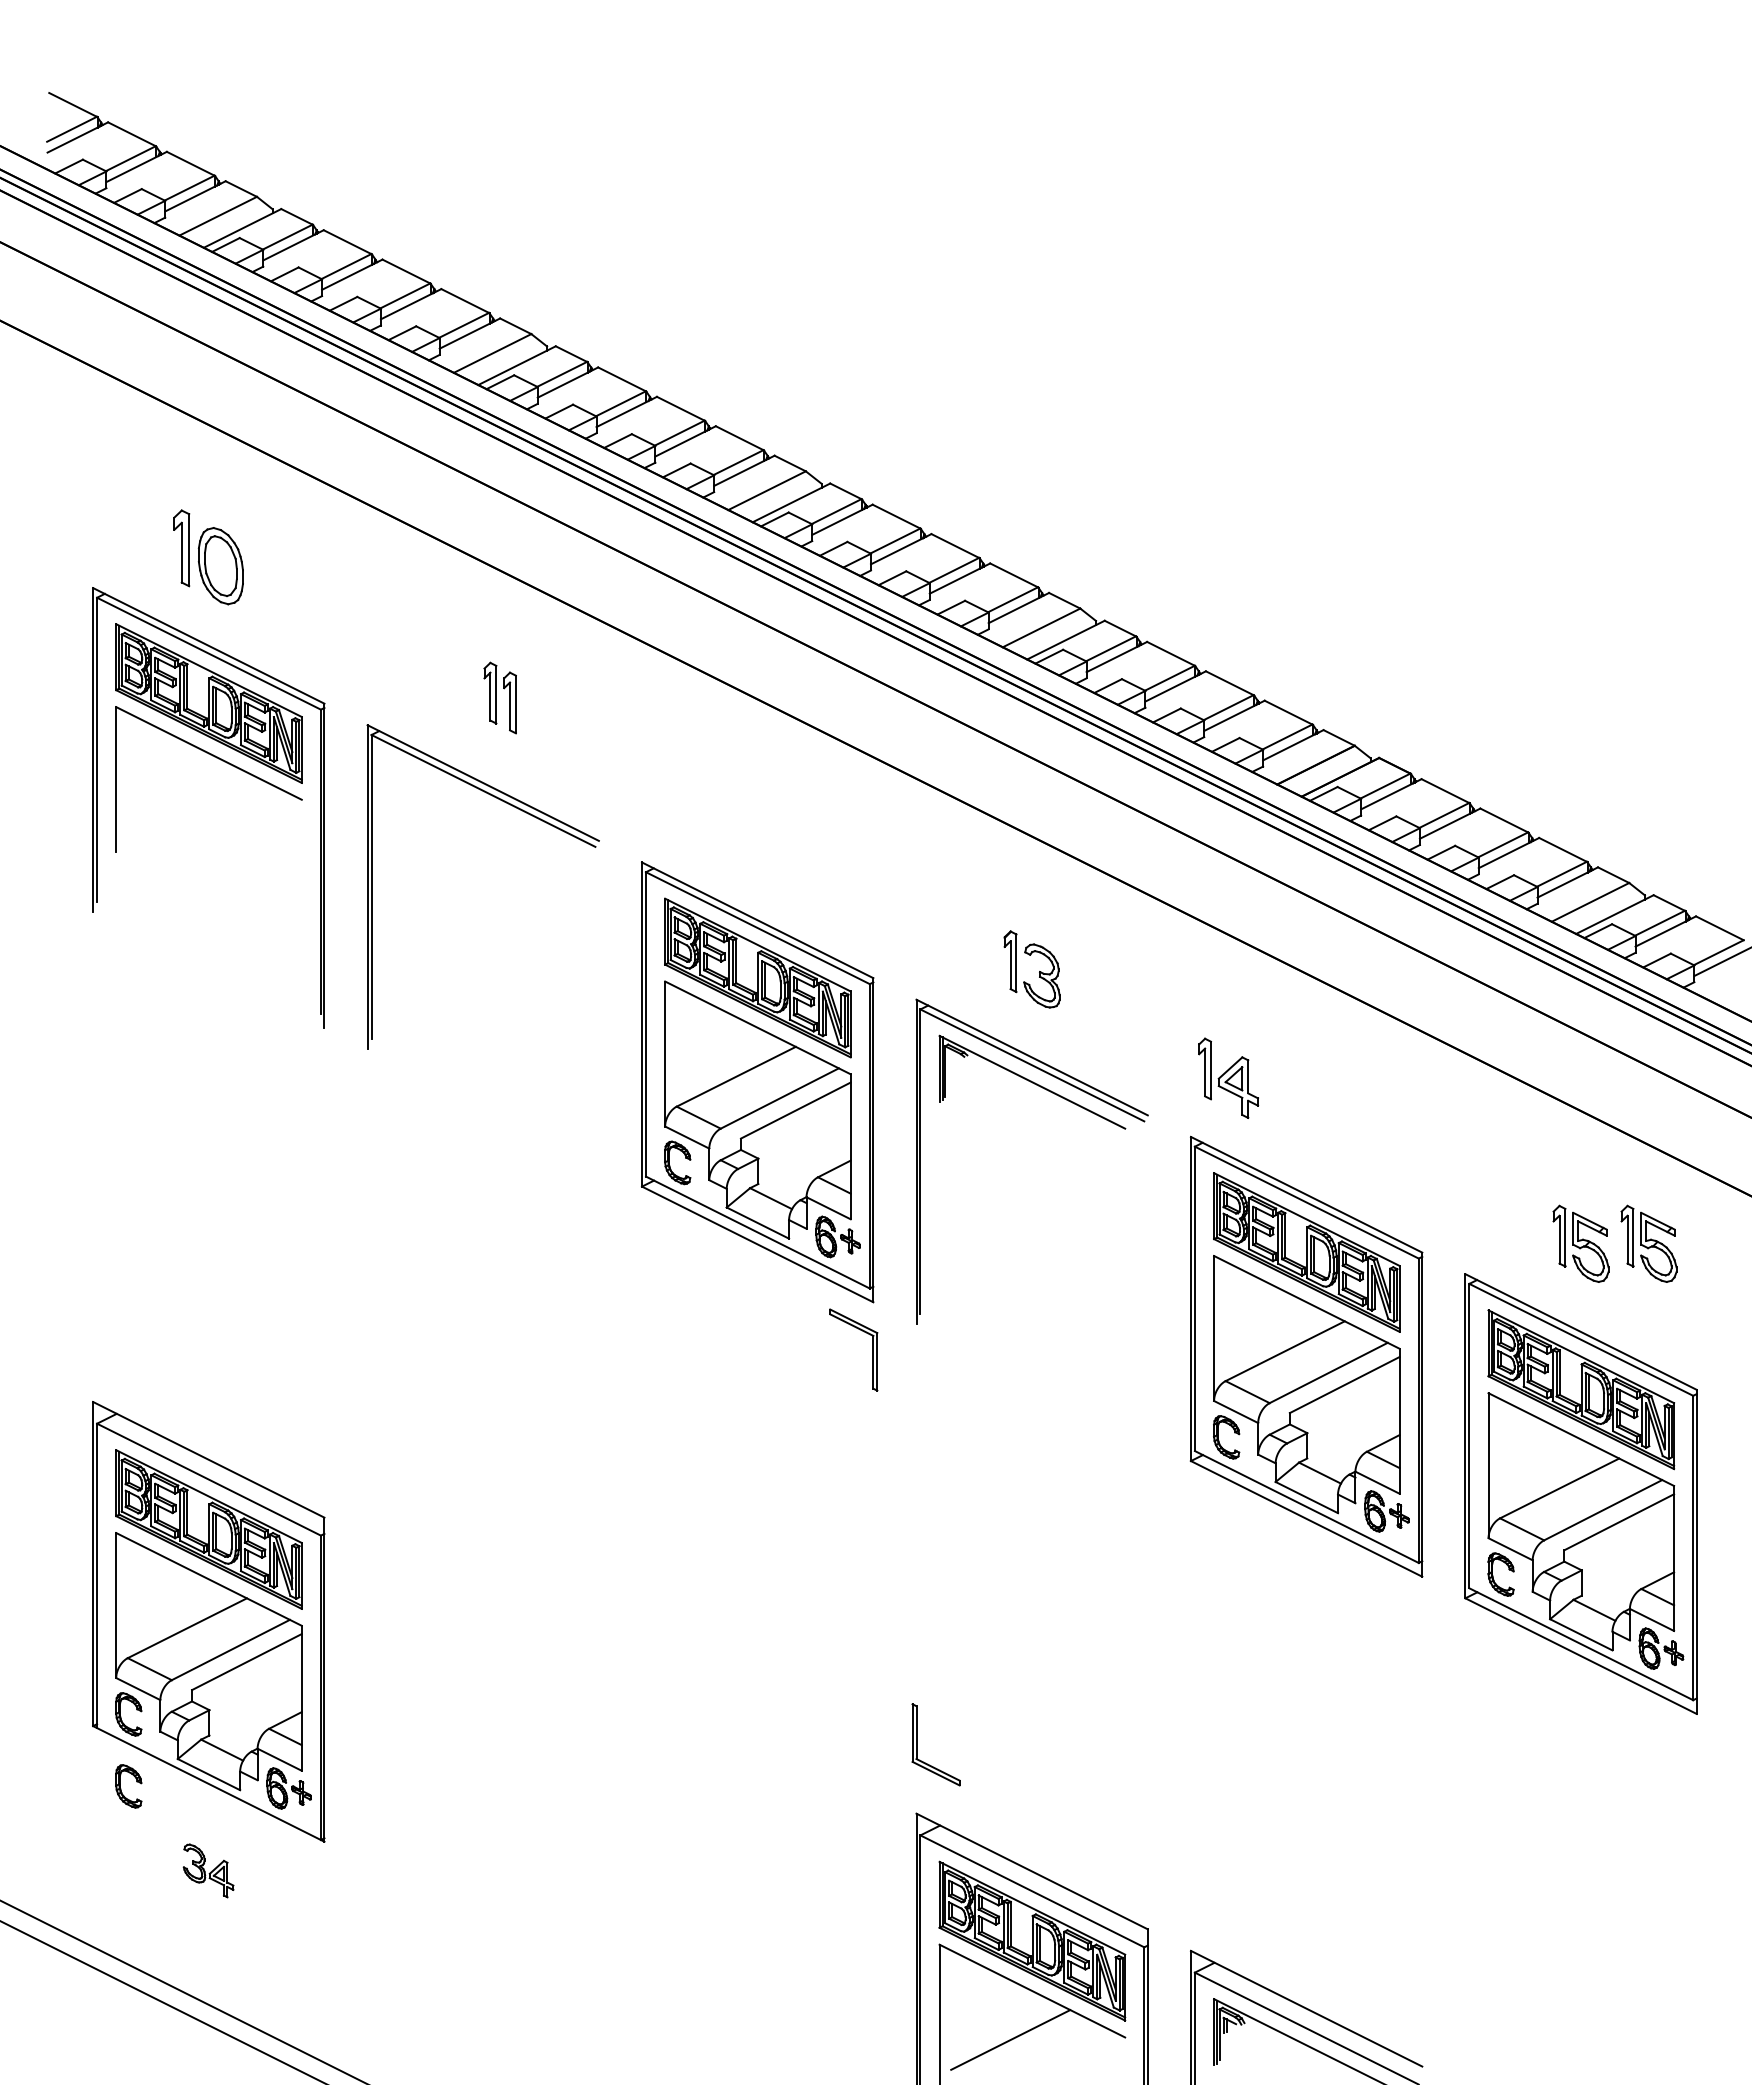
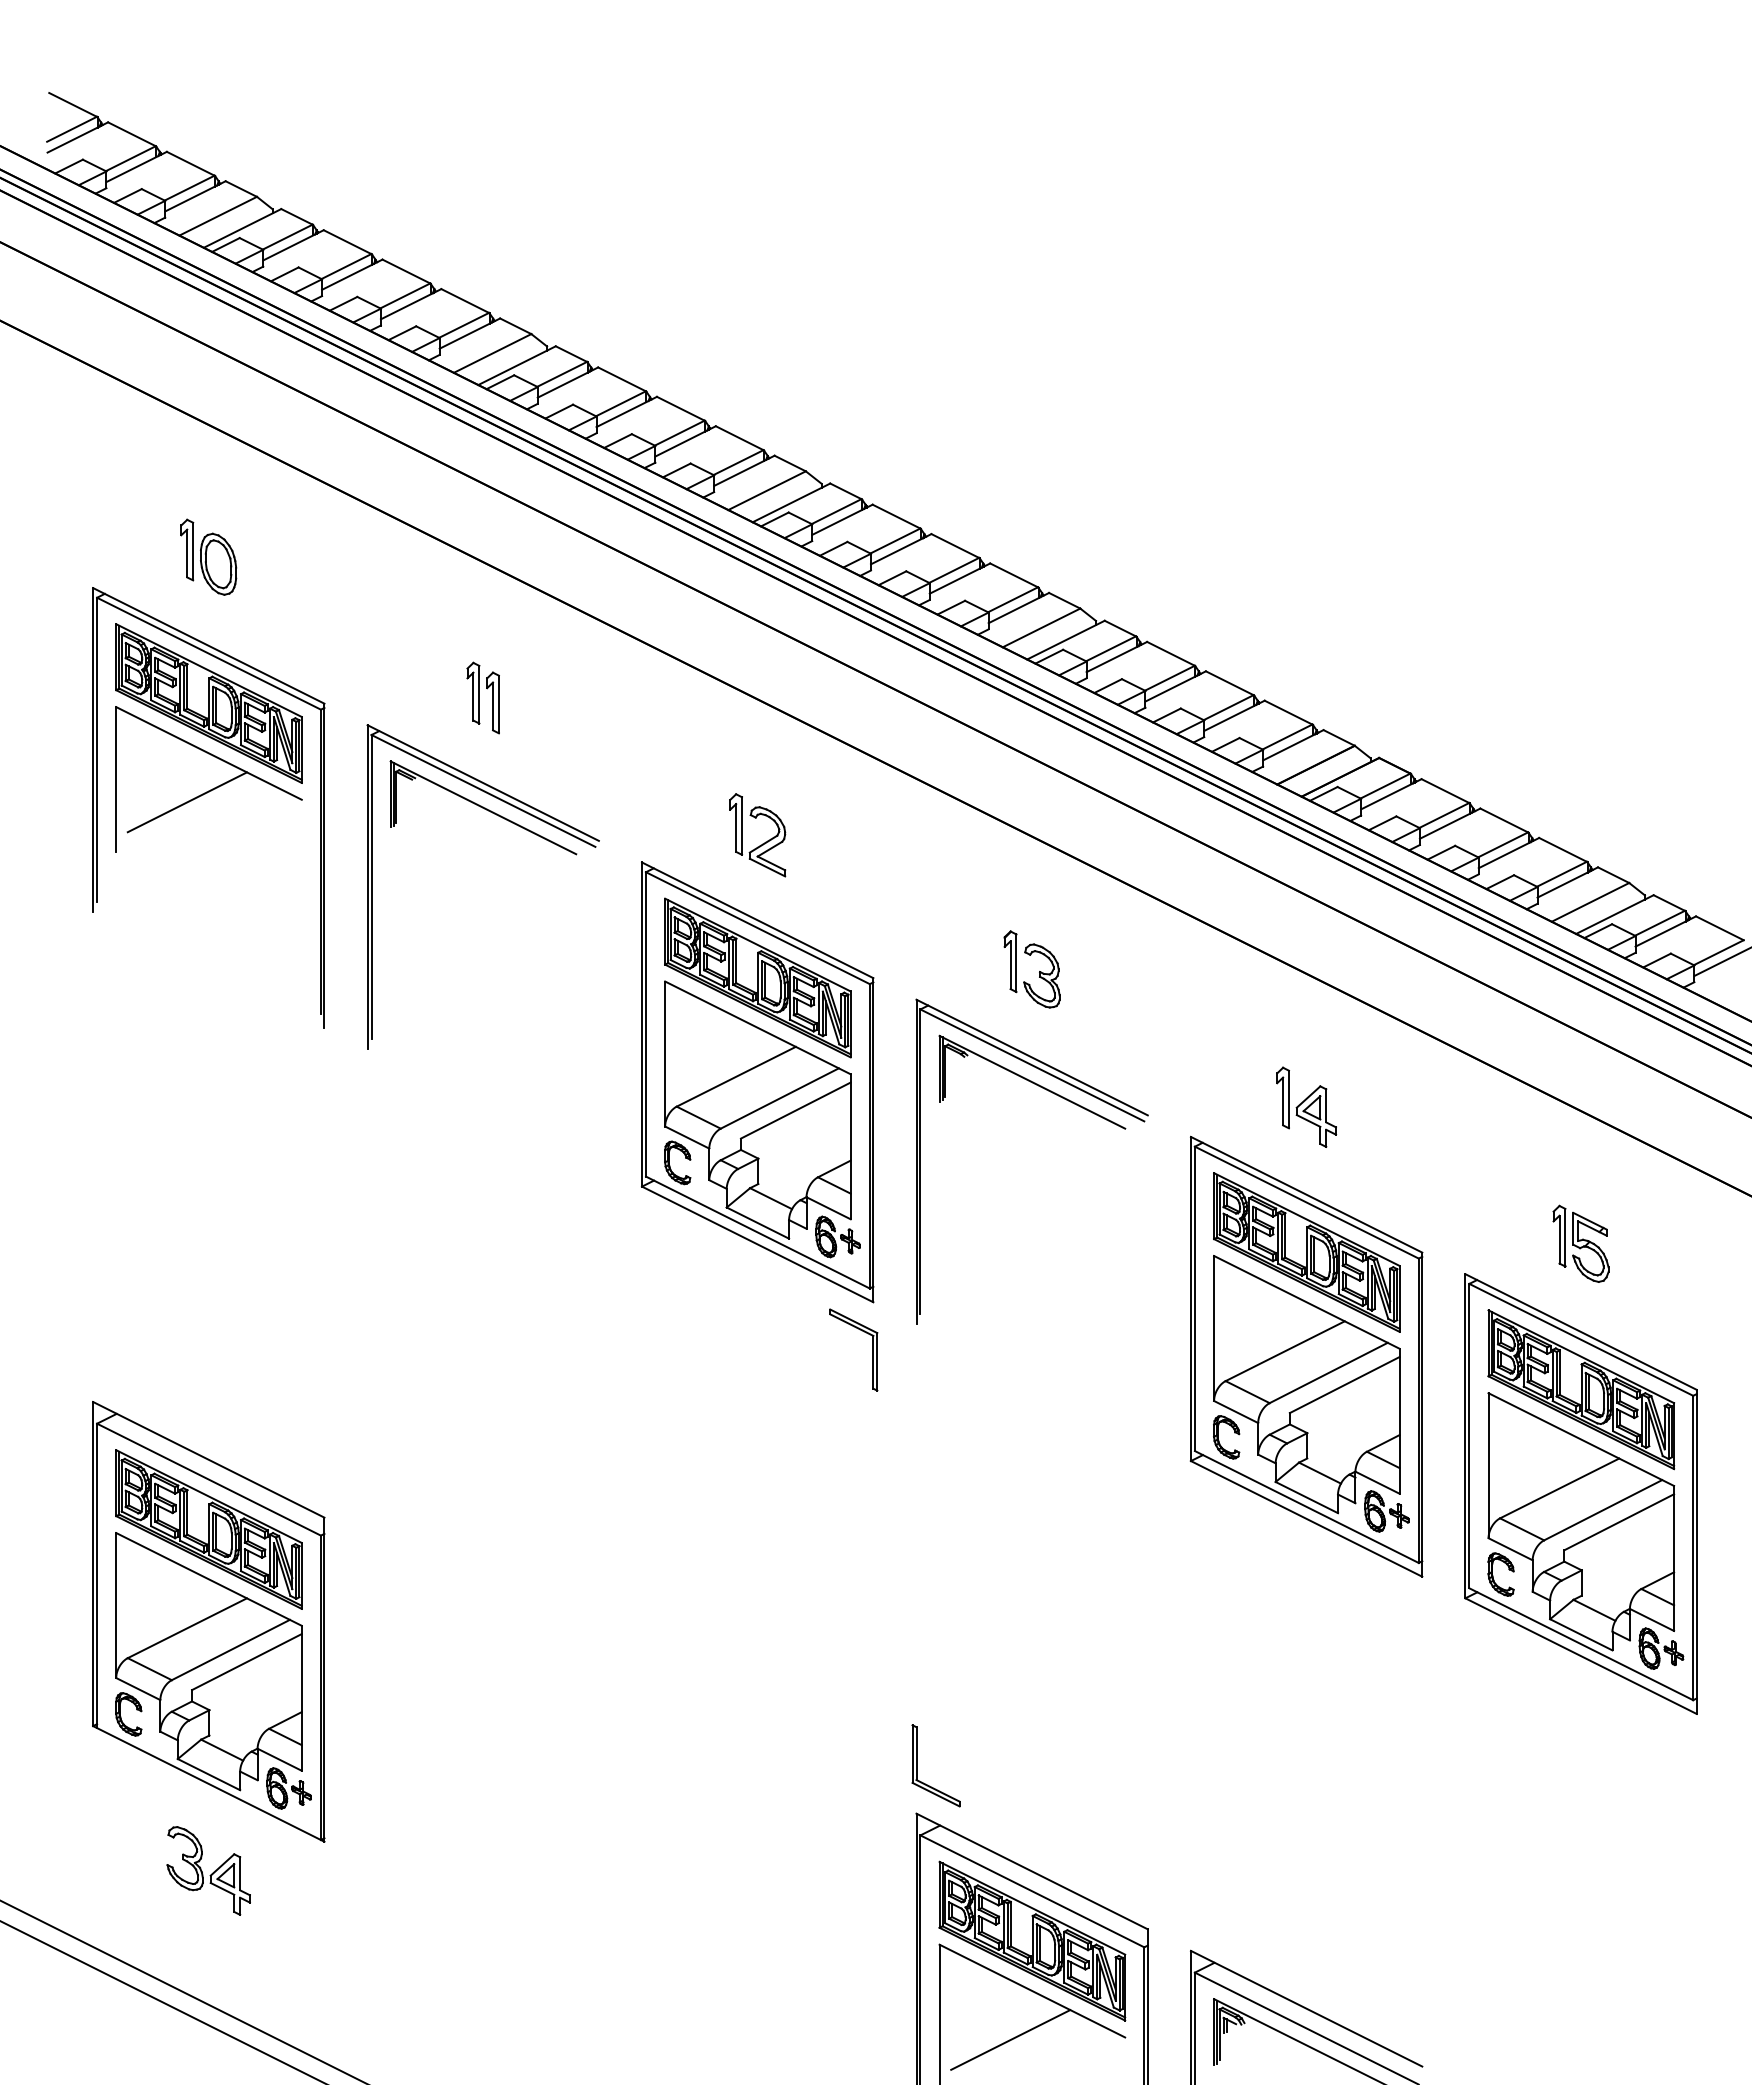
part at (208, 557) size: 71x97 px -> 58x78 px
part at (499, 697) position: (499, 697) -> (482, 697)
line at (186, 802): none -> present
part at (483, 807): none -> present
part at (762, 843): none -> present
part at (1228, 1077) position: (1228, 1077) -> (1306, 1106)
part at (1648, 1243): present -> none
part at (917, 1744) position: (917, 1744) -> (917, 1765)
part at (121, 1788): present -> none
part at (208, 1870) size: 53x56 px -> 85x90 px
